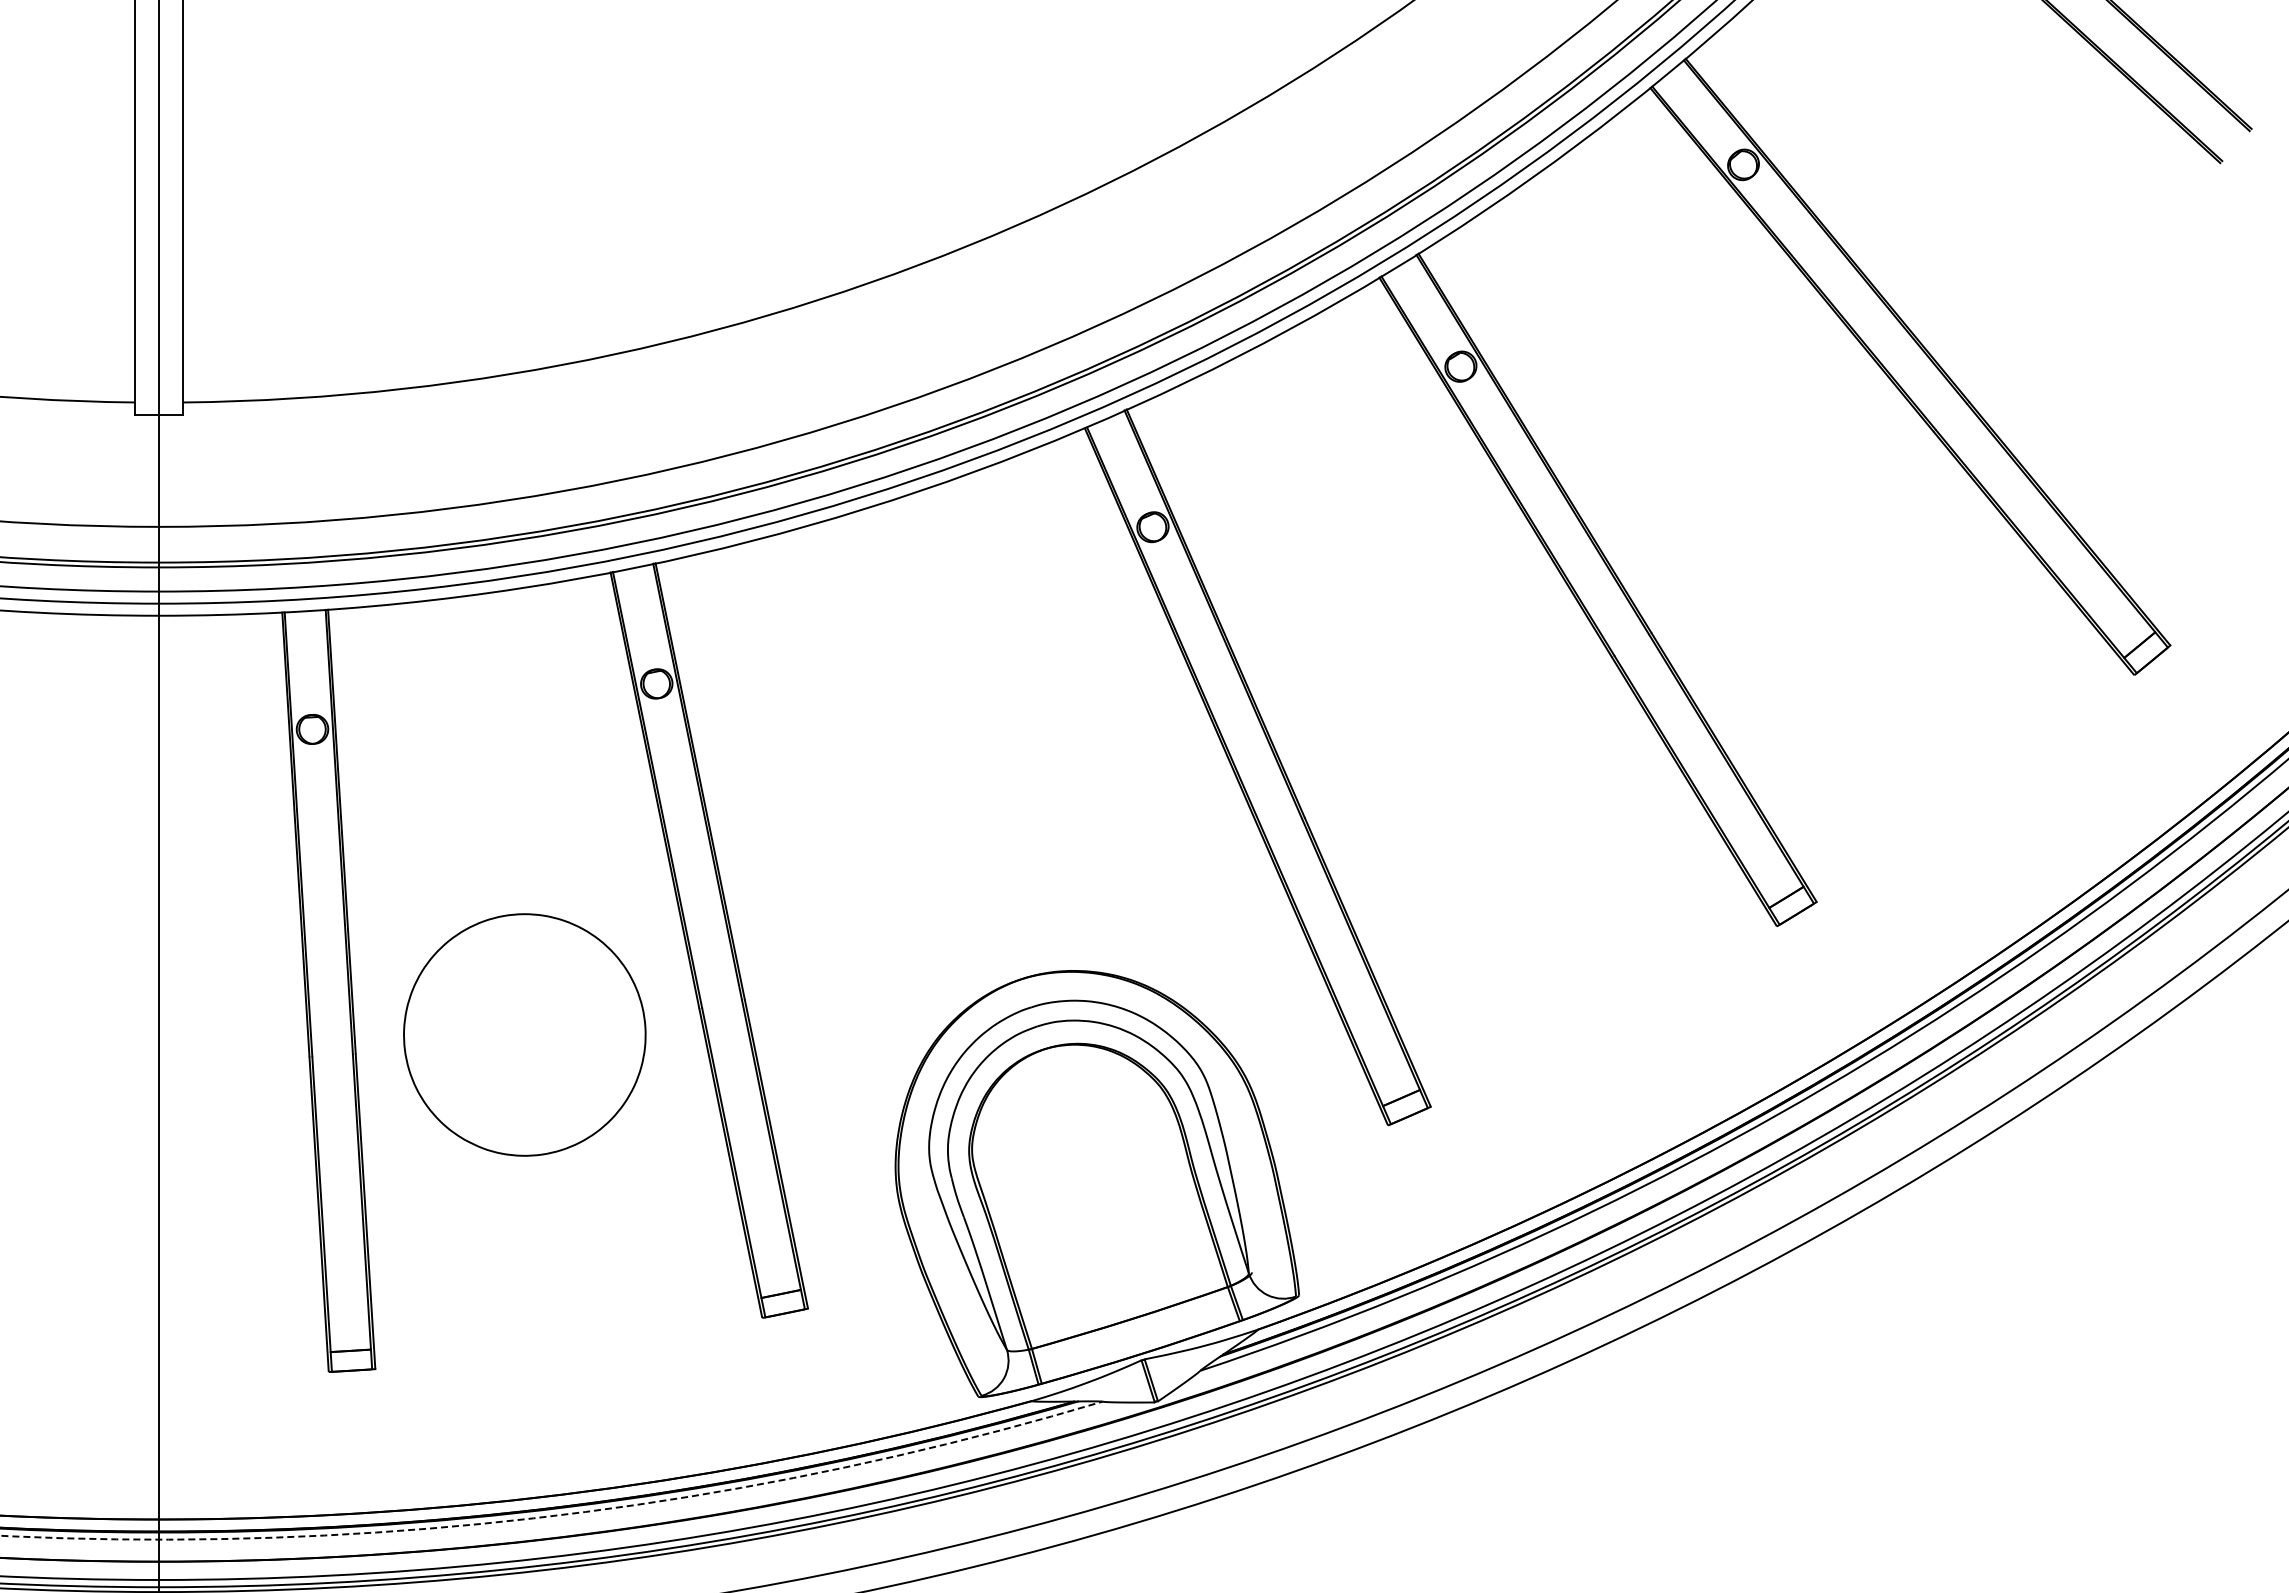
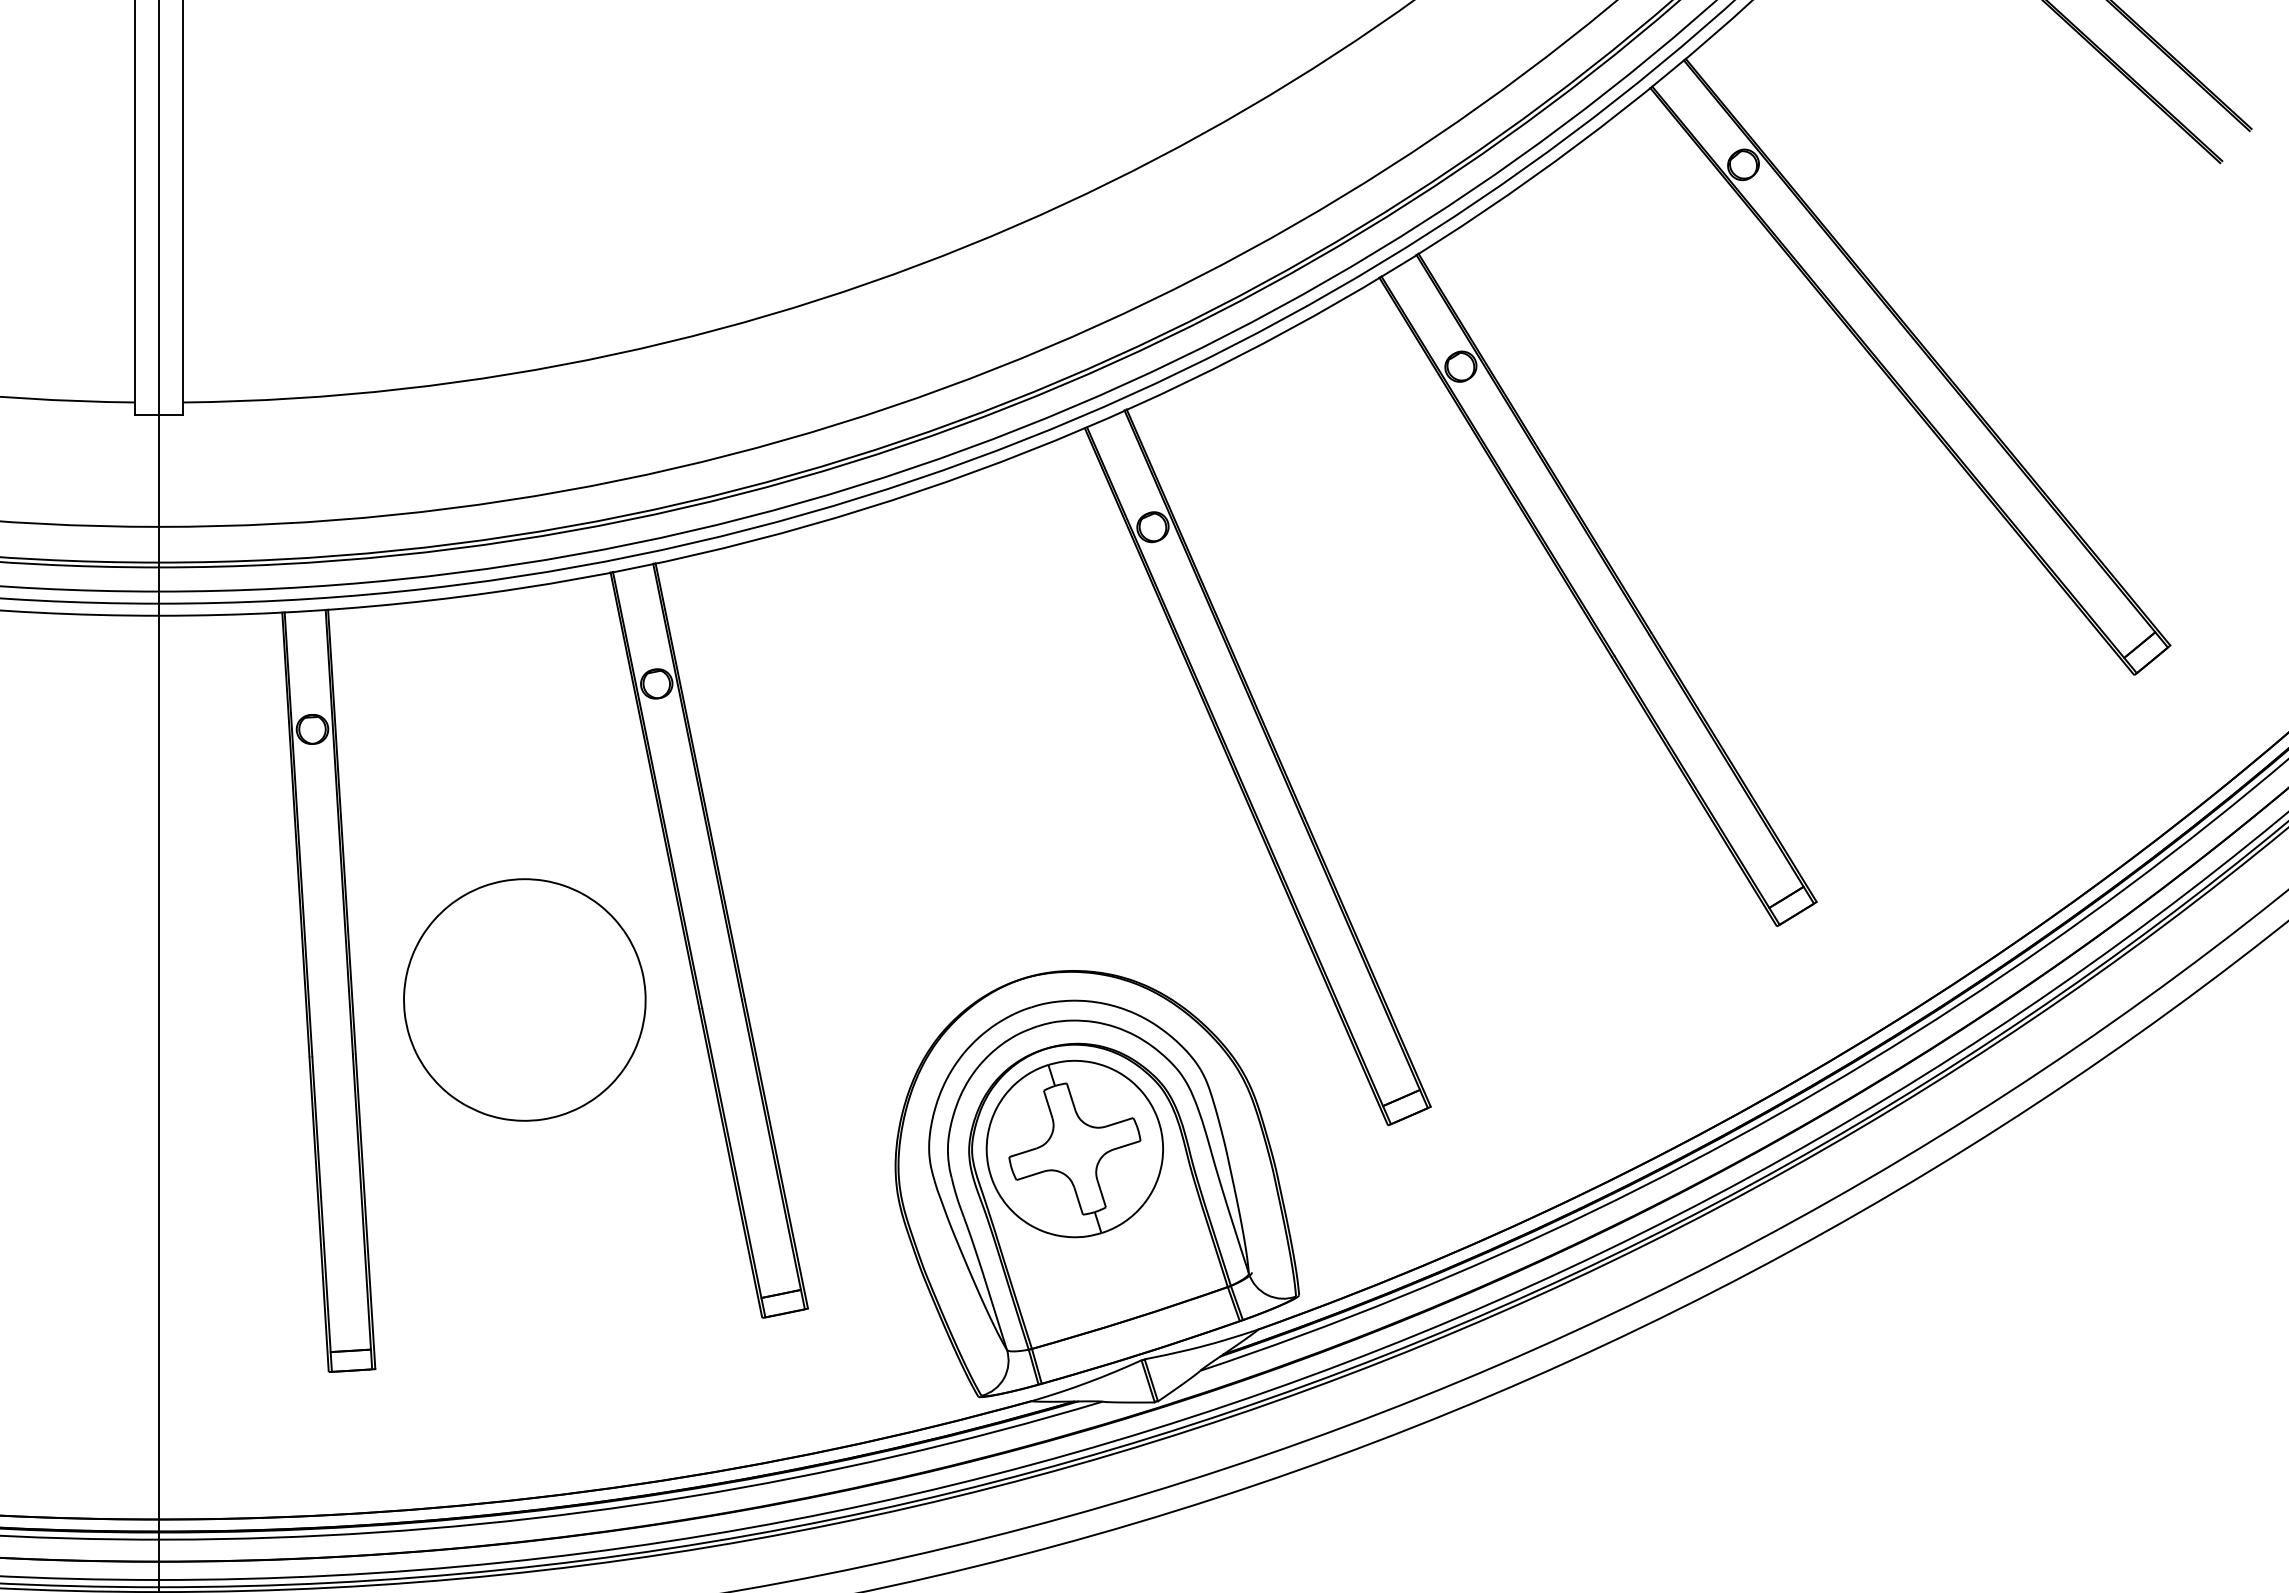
part at (524, 1034) position: (524, 1034) -> (524, 999)
part at (1074, 1148): none -> present
arc at (555, 1515): dashed -> solid
